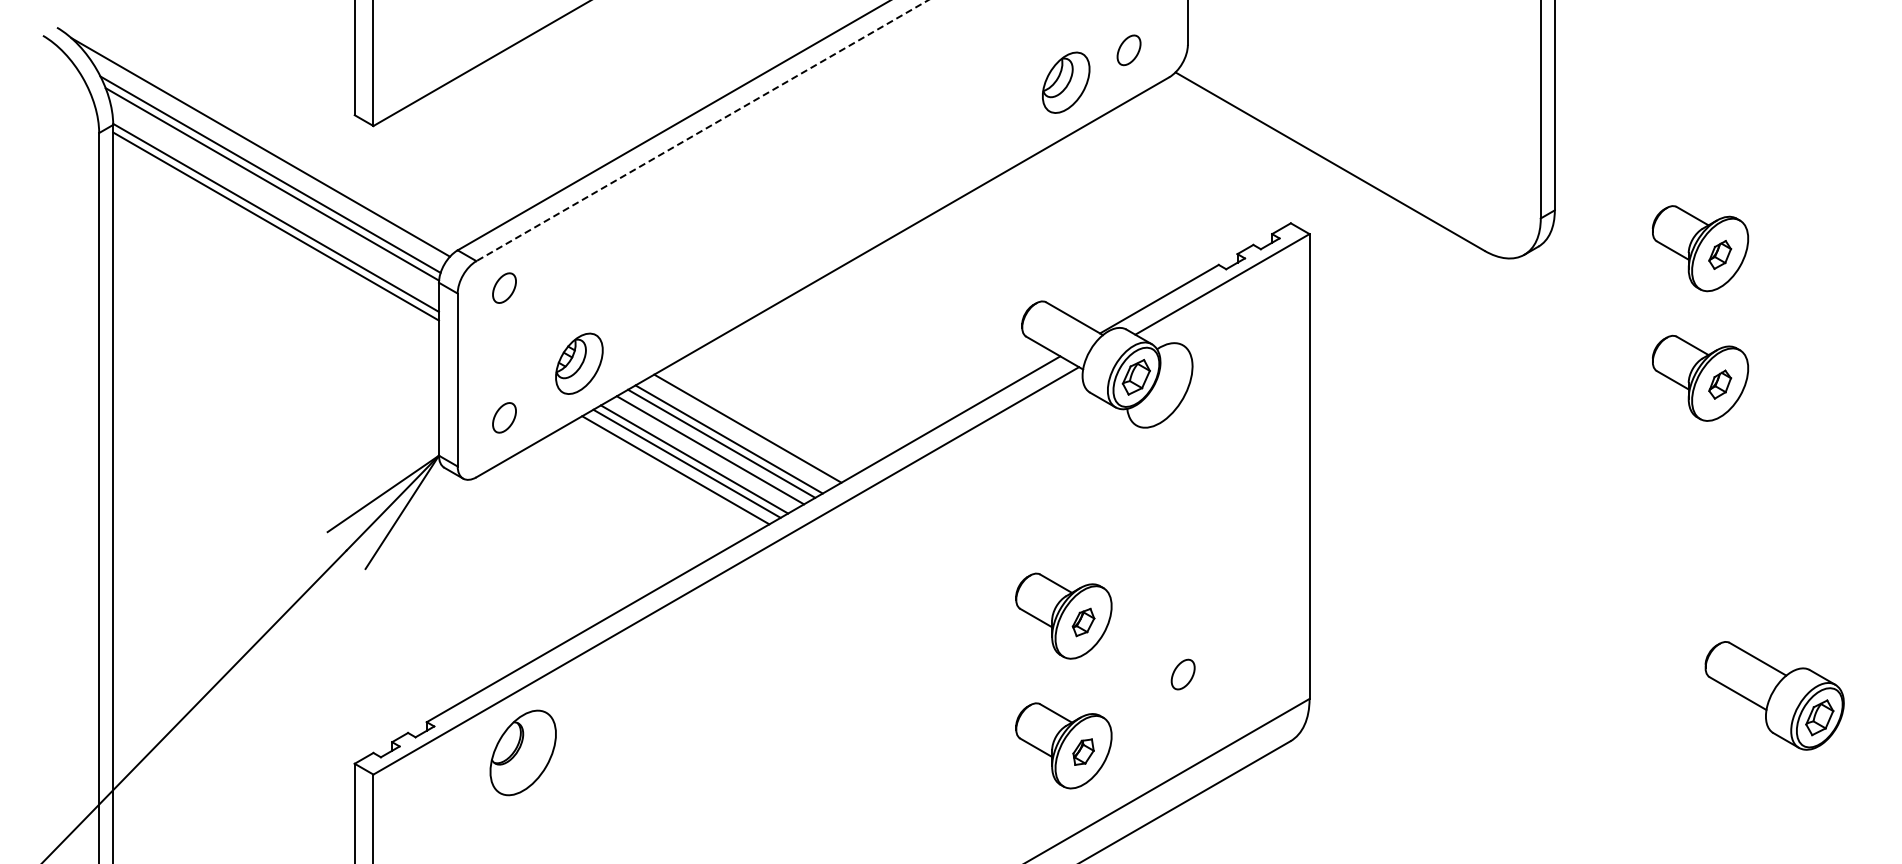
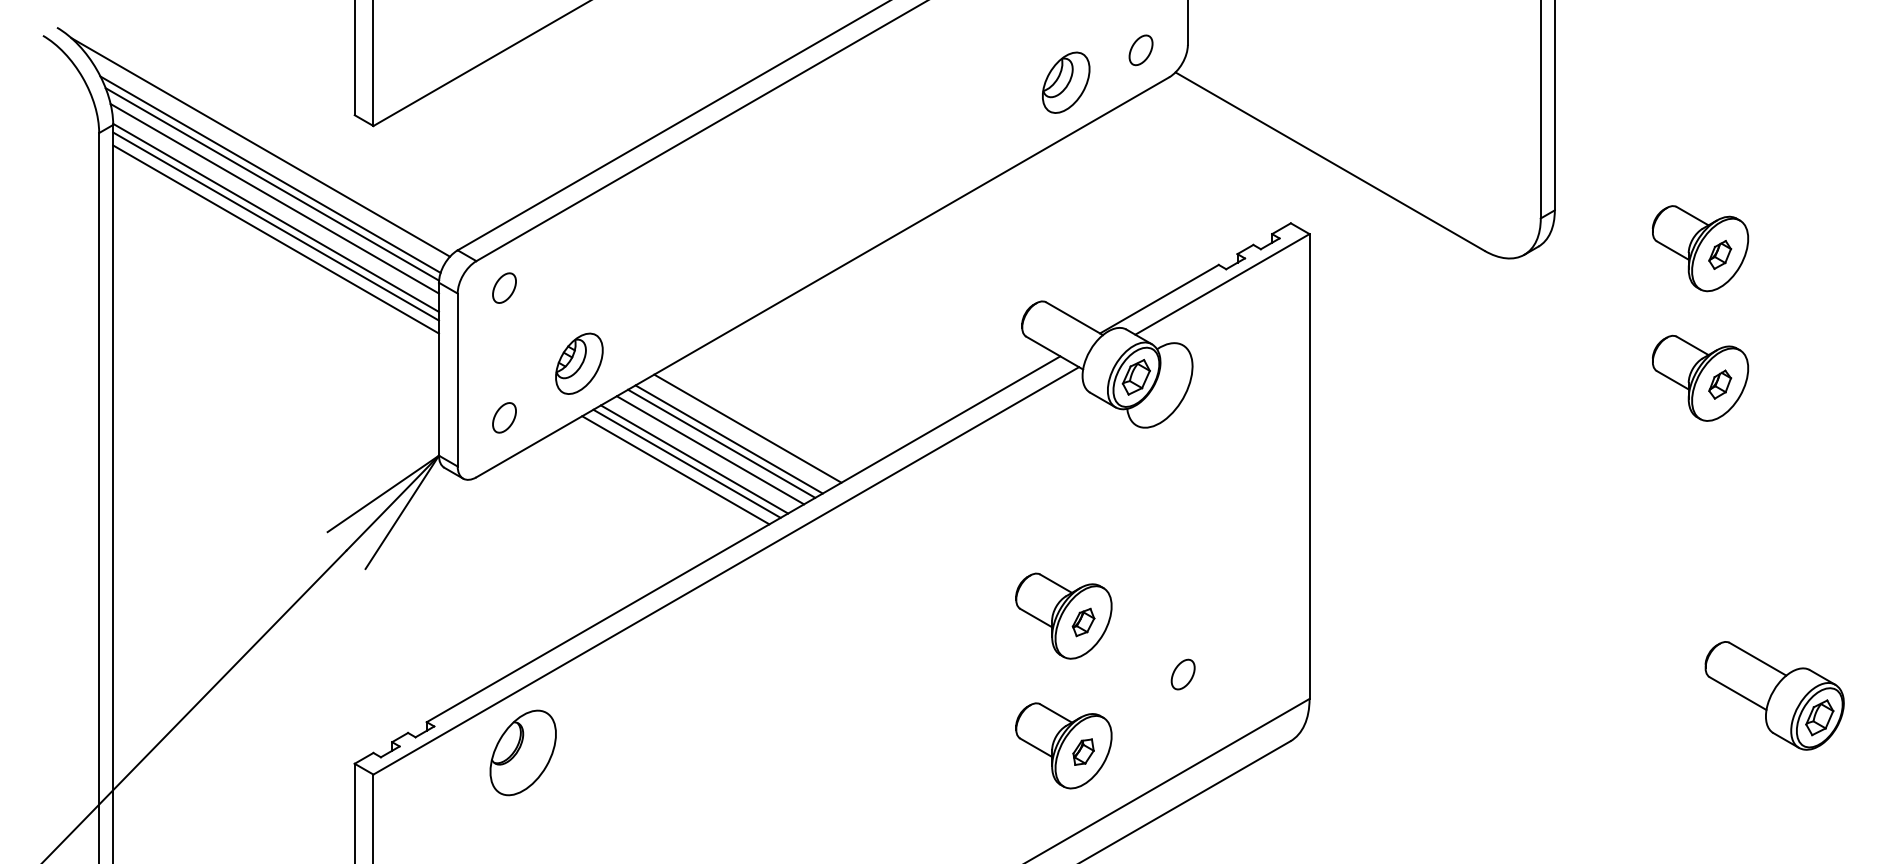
part at (1128, 50) position: (1128, 50) -> (1140, 50)
line at (702, 130): dashed -> solid
line at (274, 198): none -> present
line at (275, 239): none -> present
